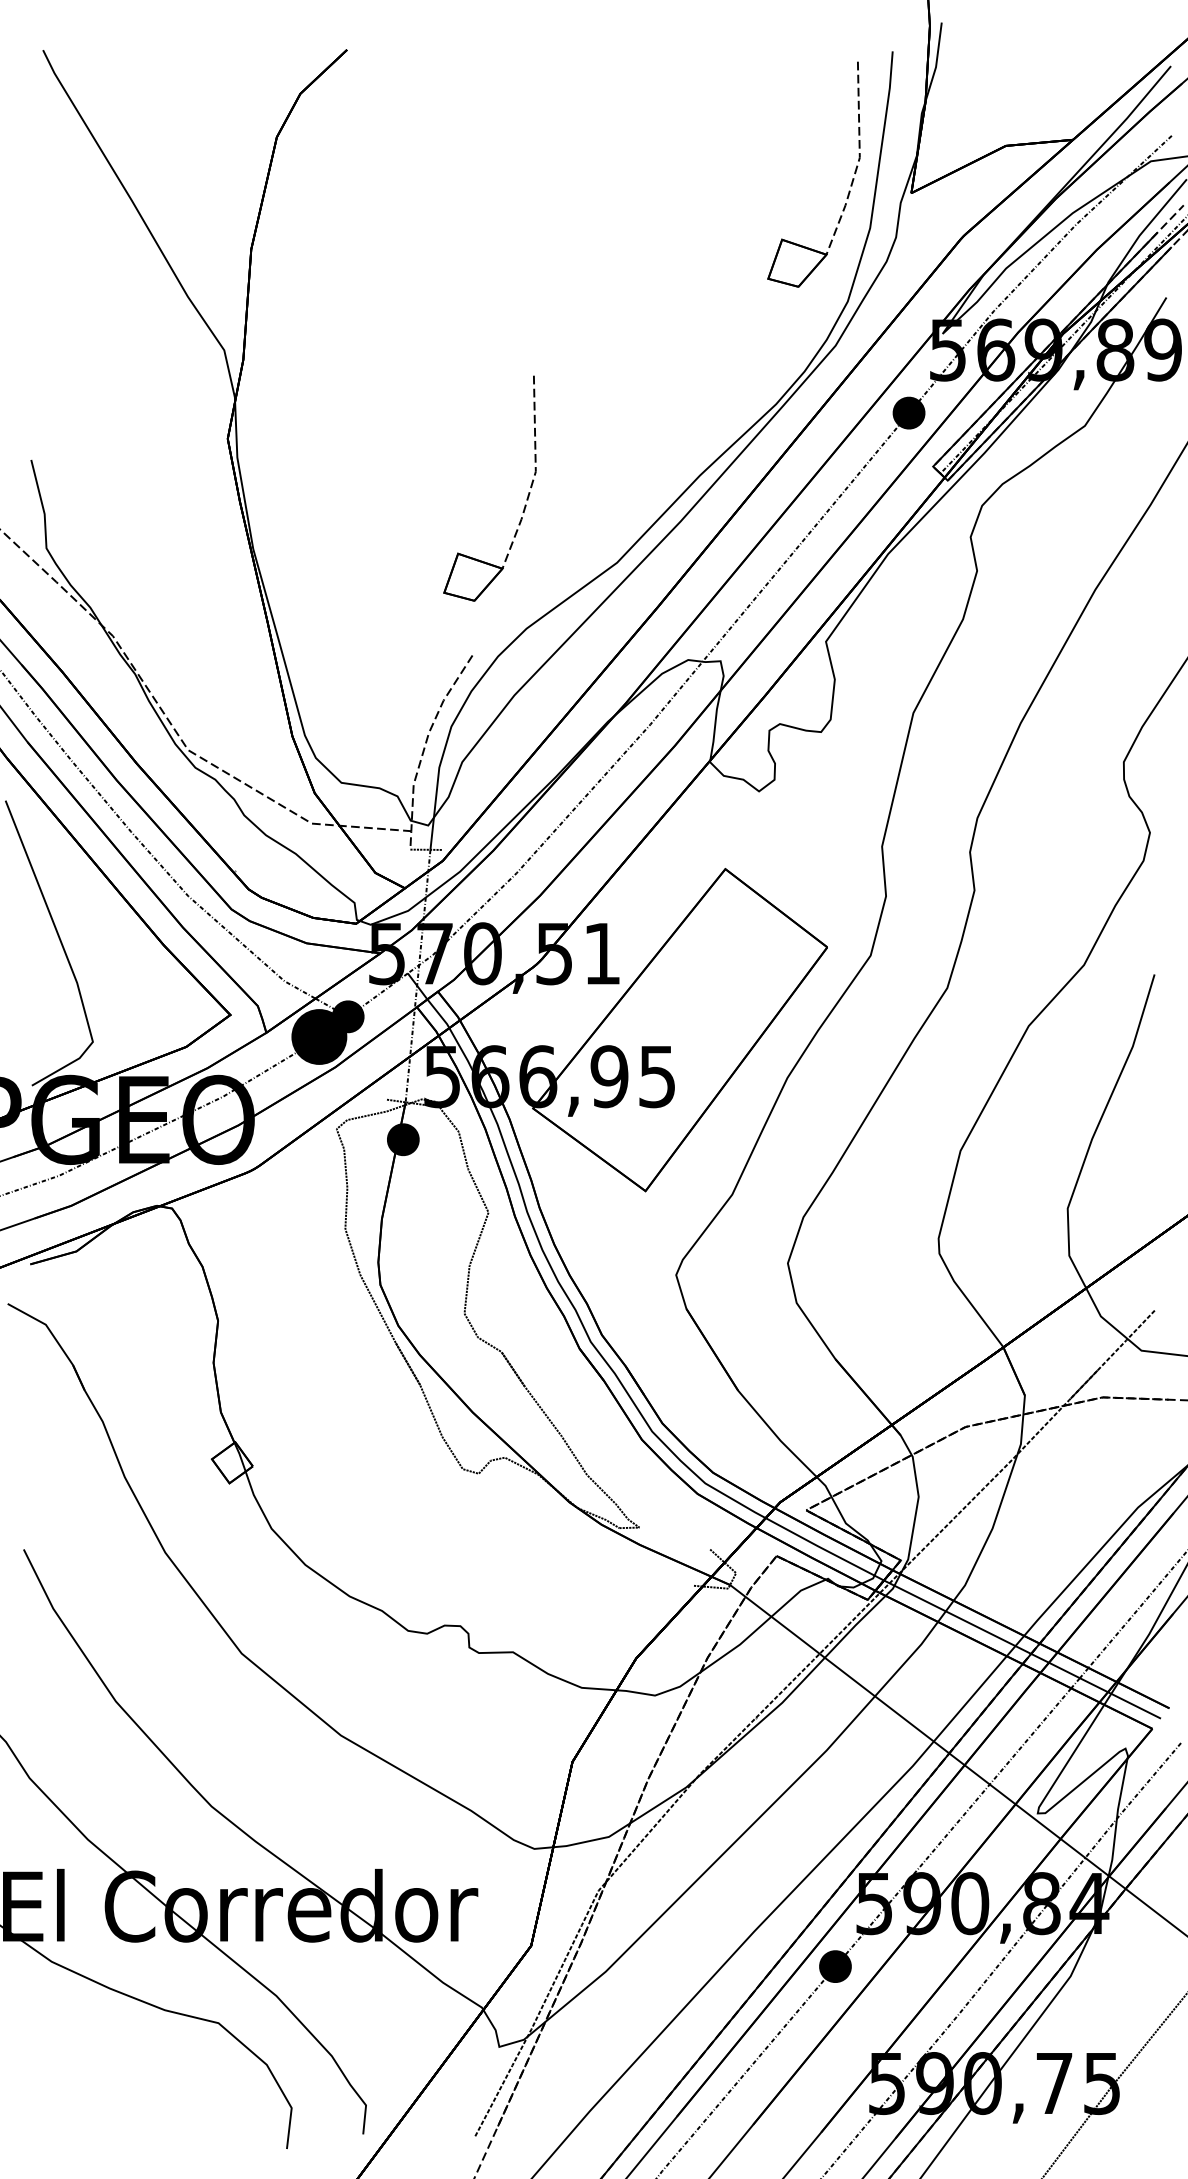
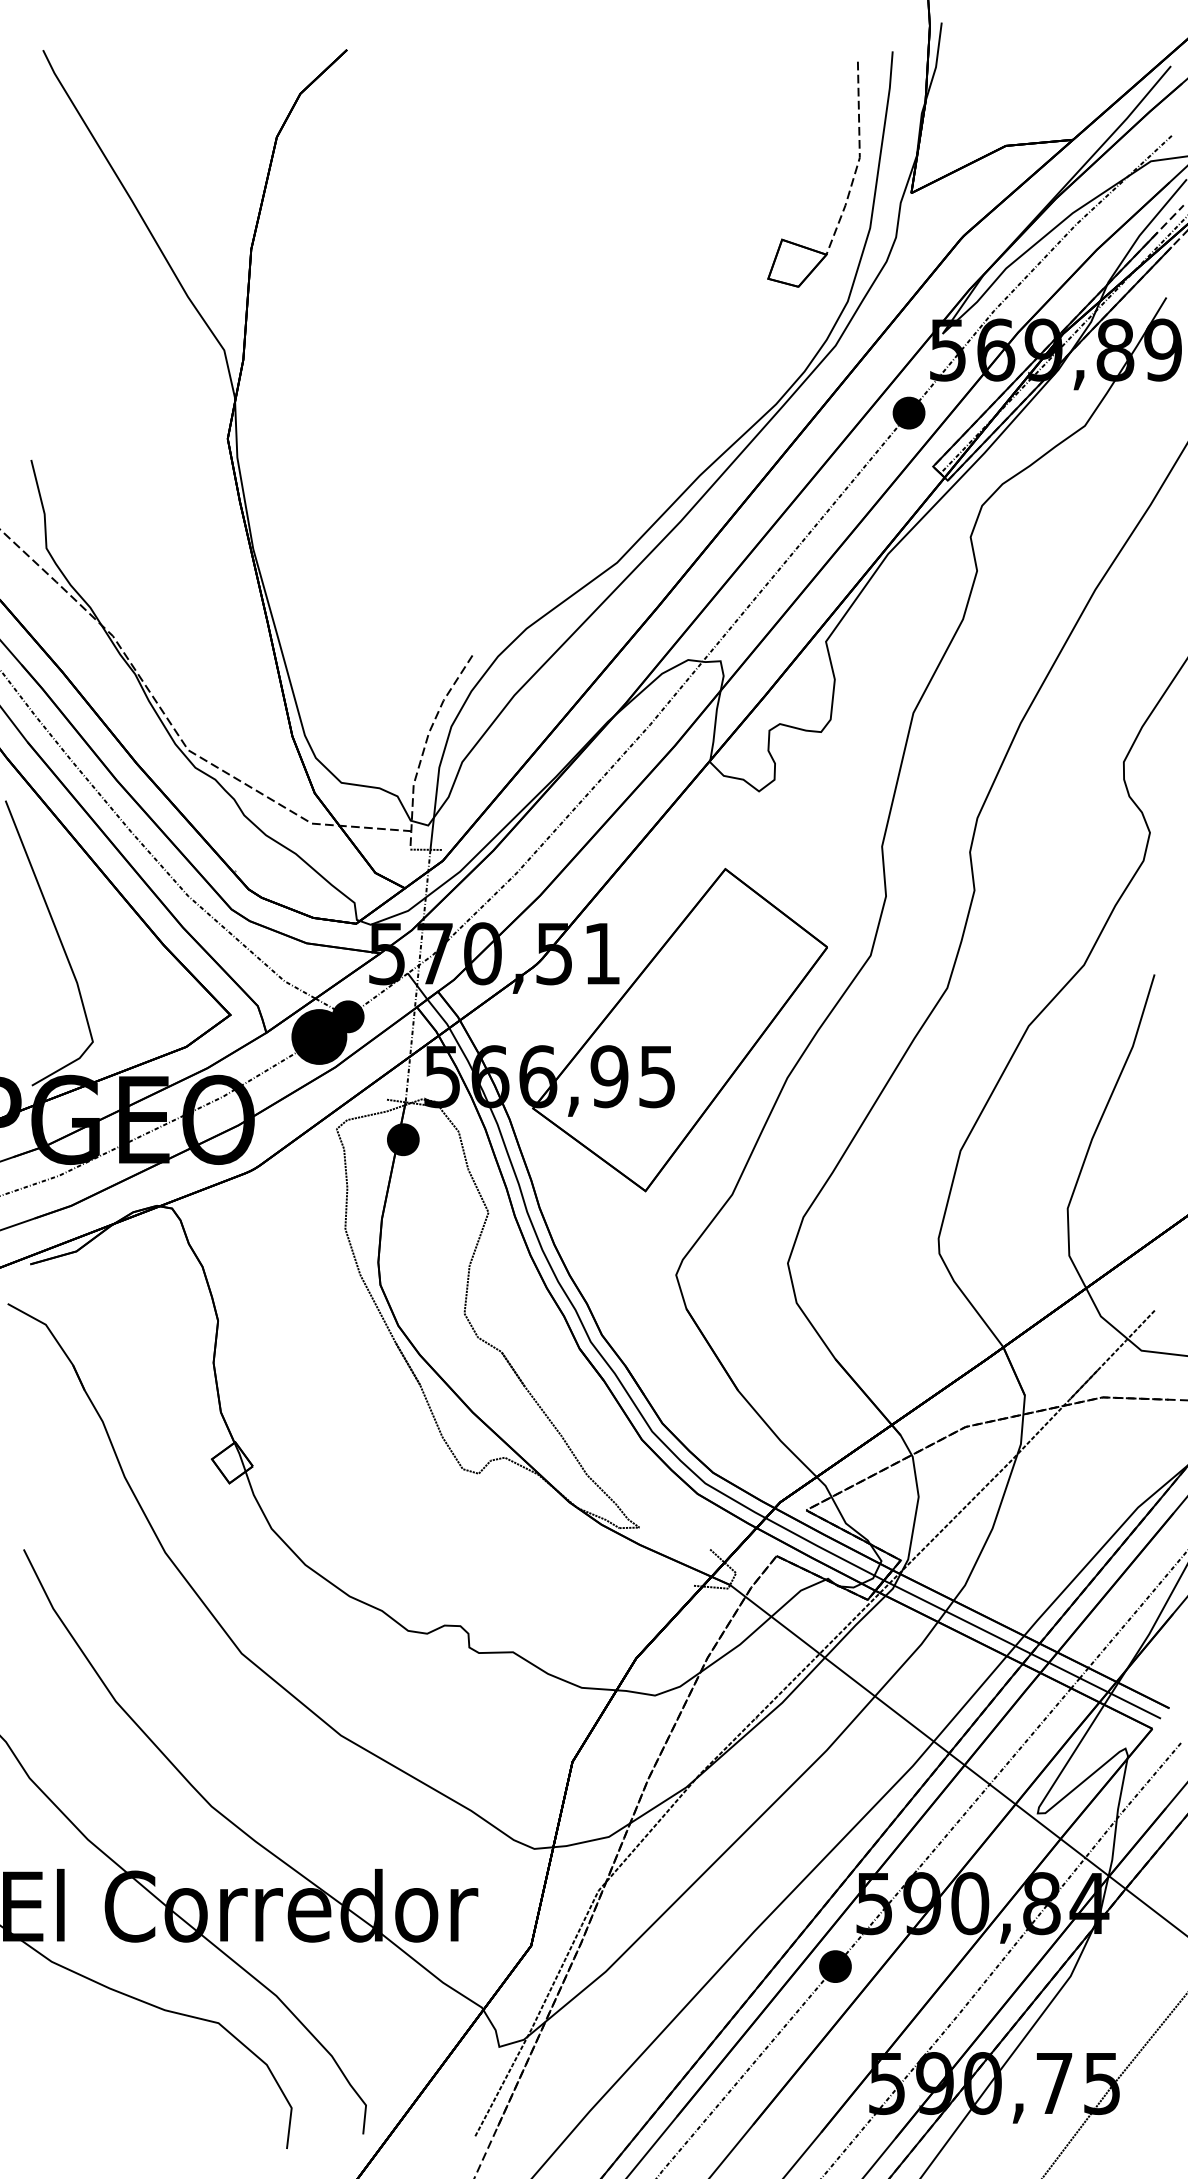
part at (526, 498): present -> none
